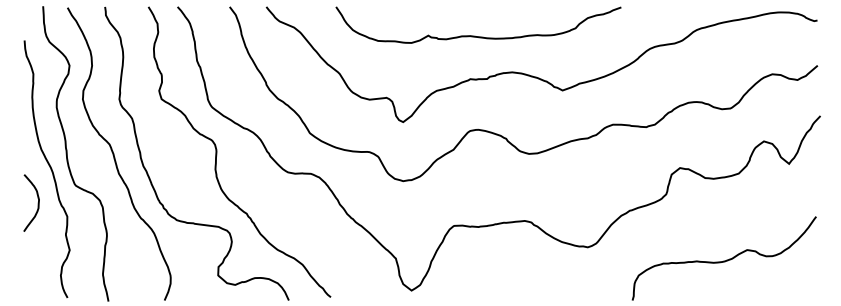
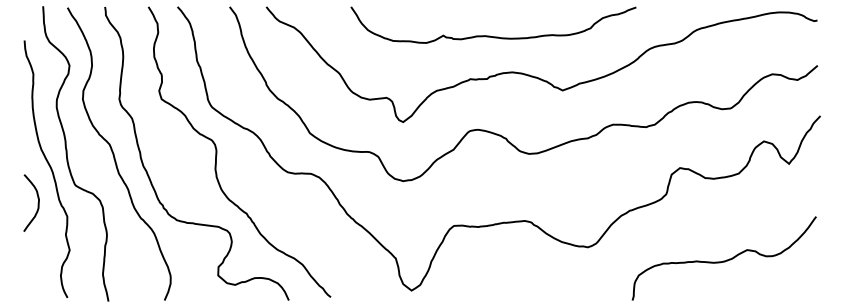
curve at (475, 35) position: (475, 35) -> (490, 35)
